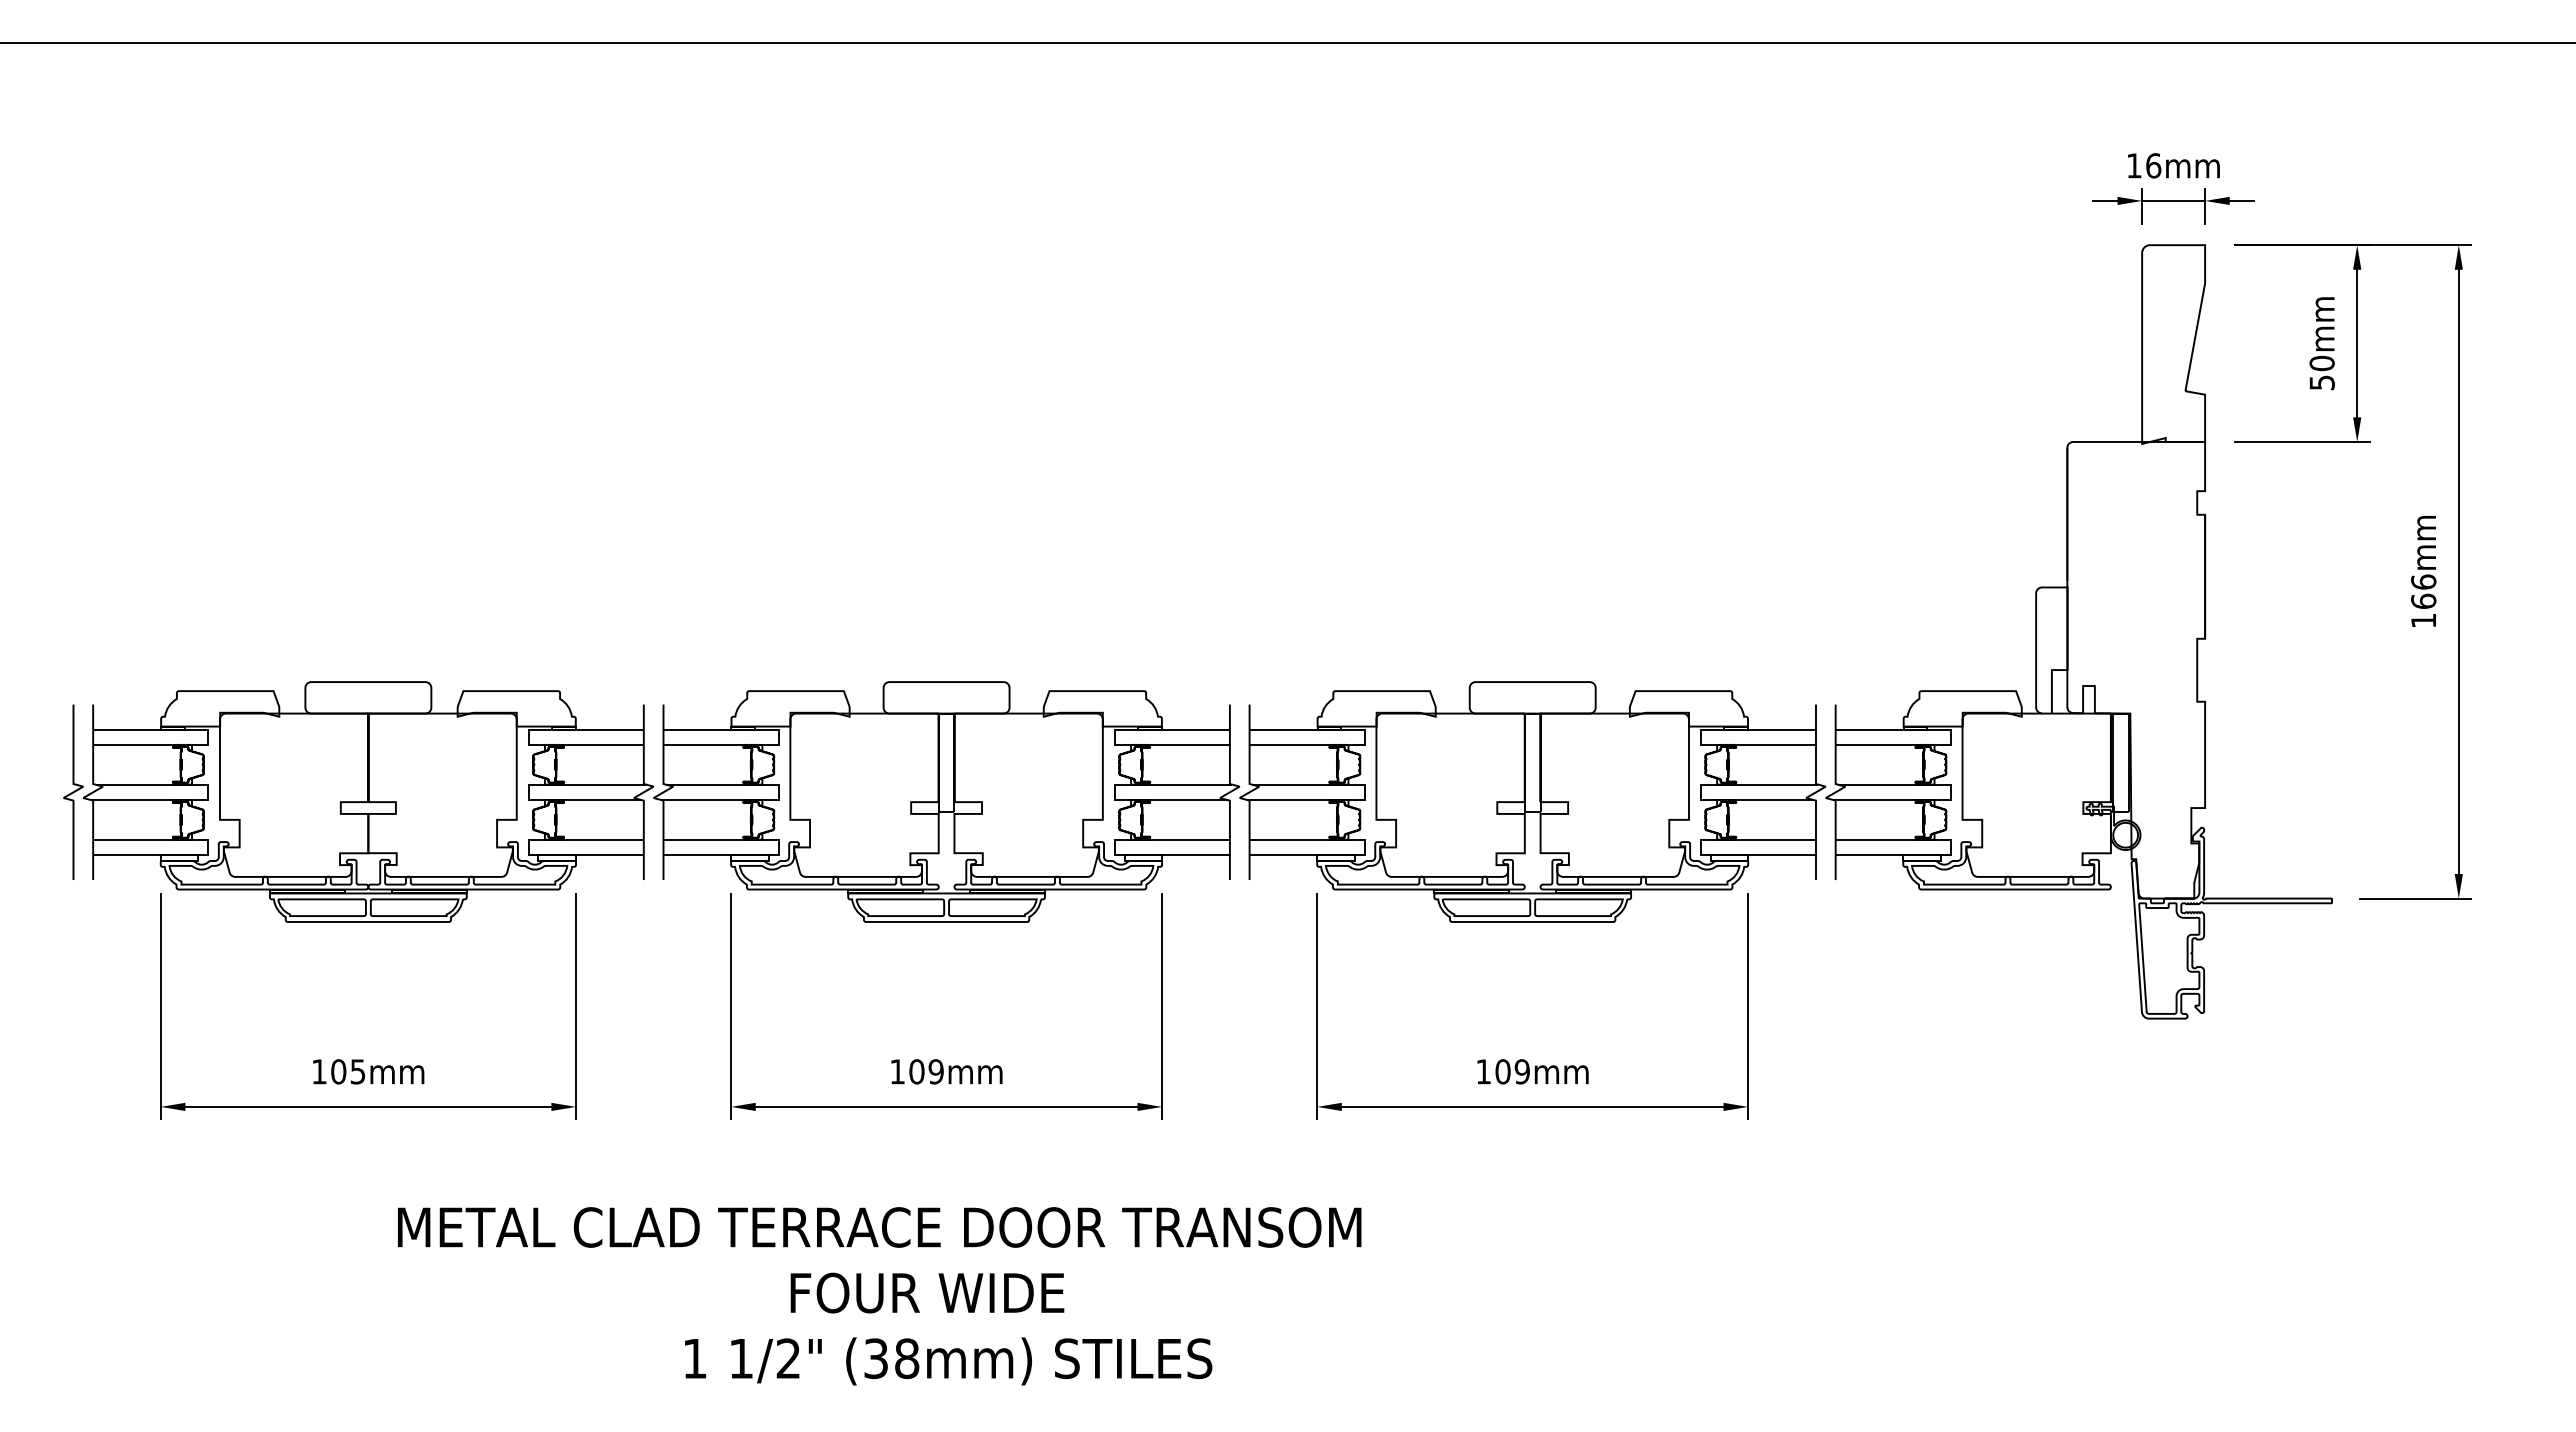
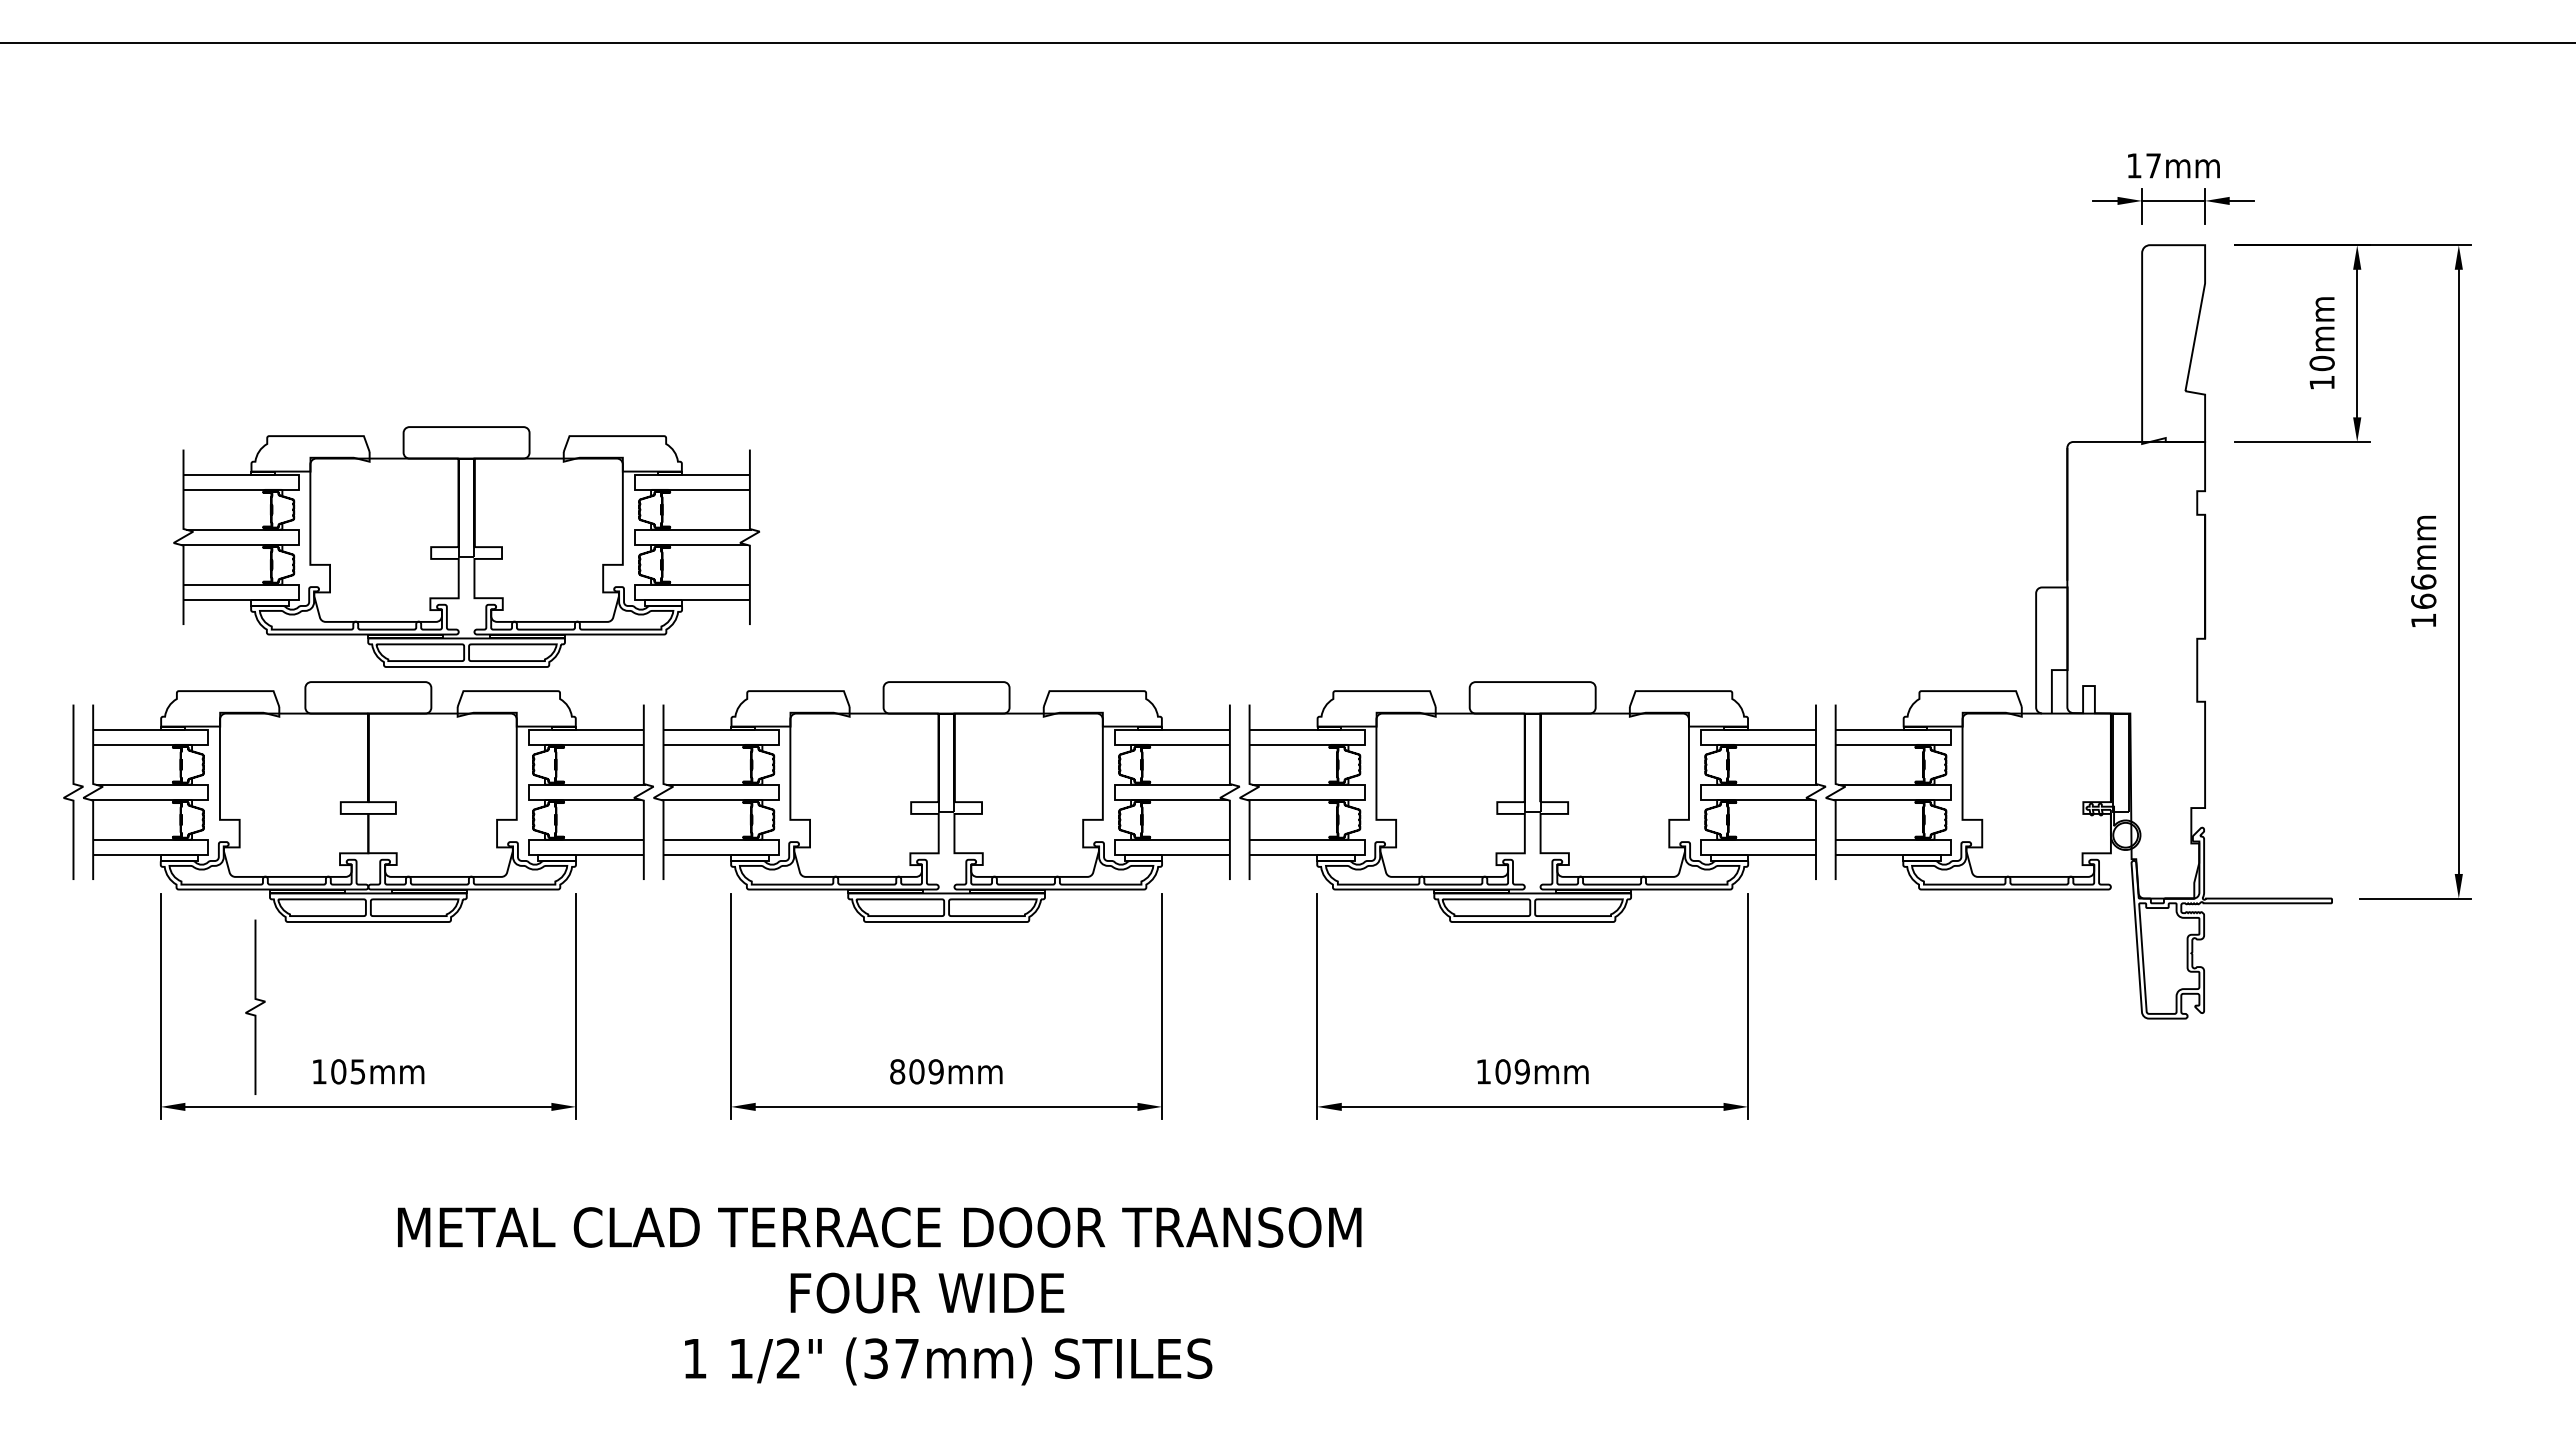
text at (2153, 165): 16mm -> 17mm
text at (2321, 382): 50mm -> 10mm
part at (466, 546): none -> present
curve at (255, 1006): none -> present
text at (897, 1071): 109mm -> 809mm
text at (907, 1358): (38mm) -> (37mm)
